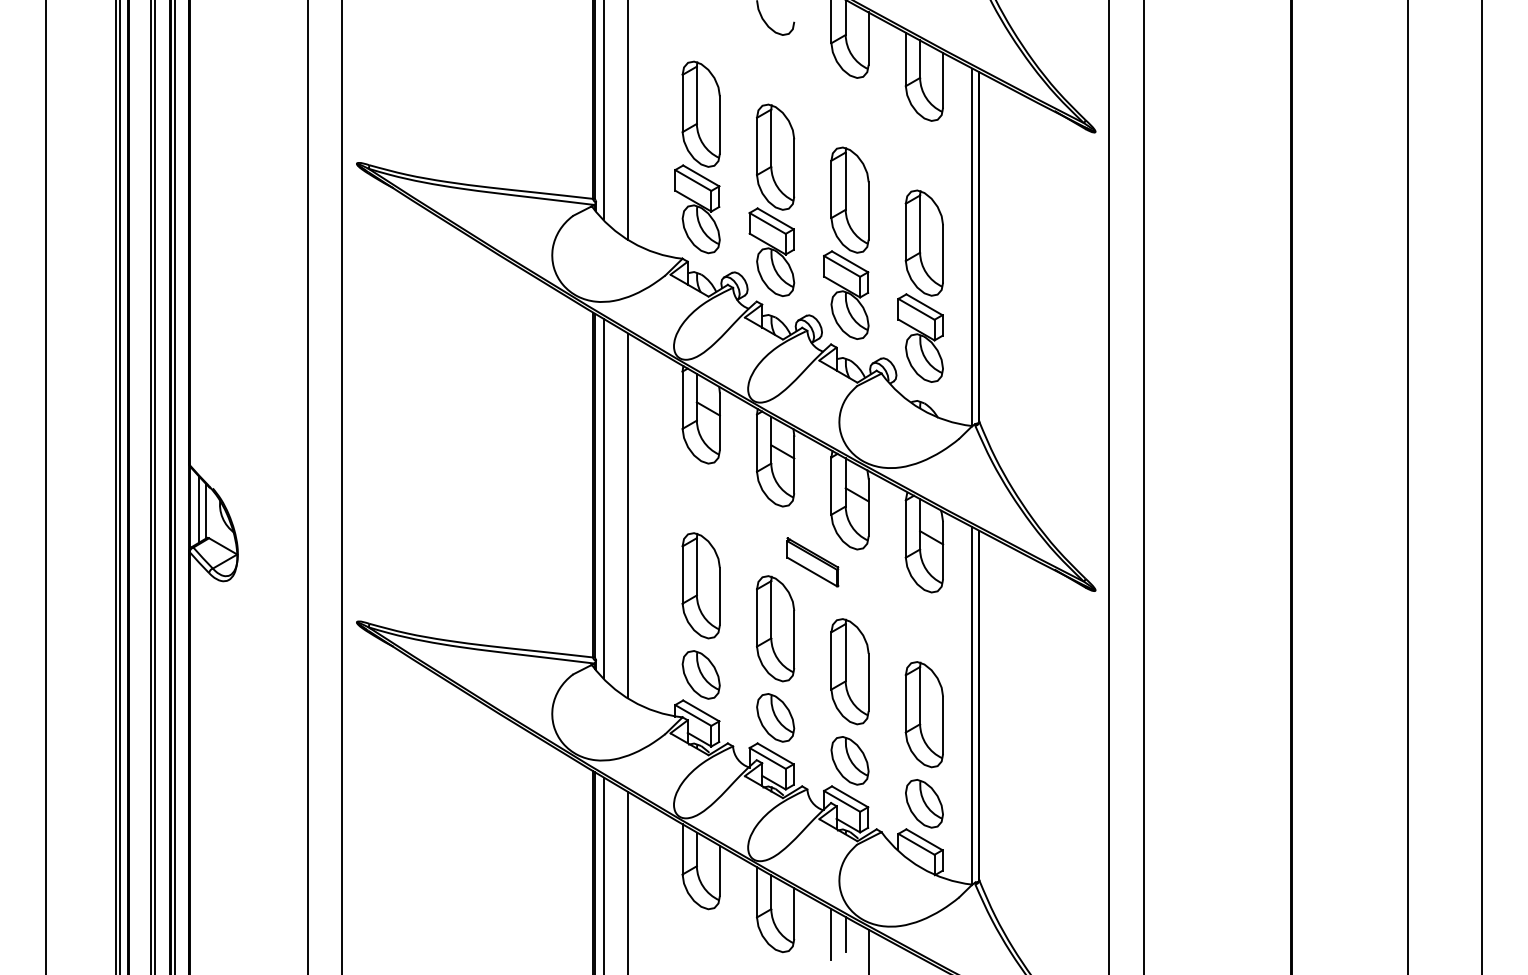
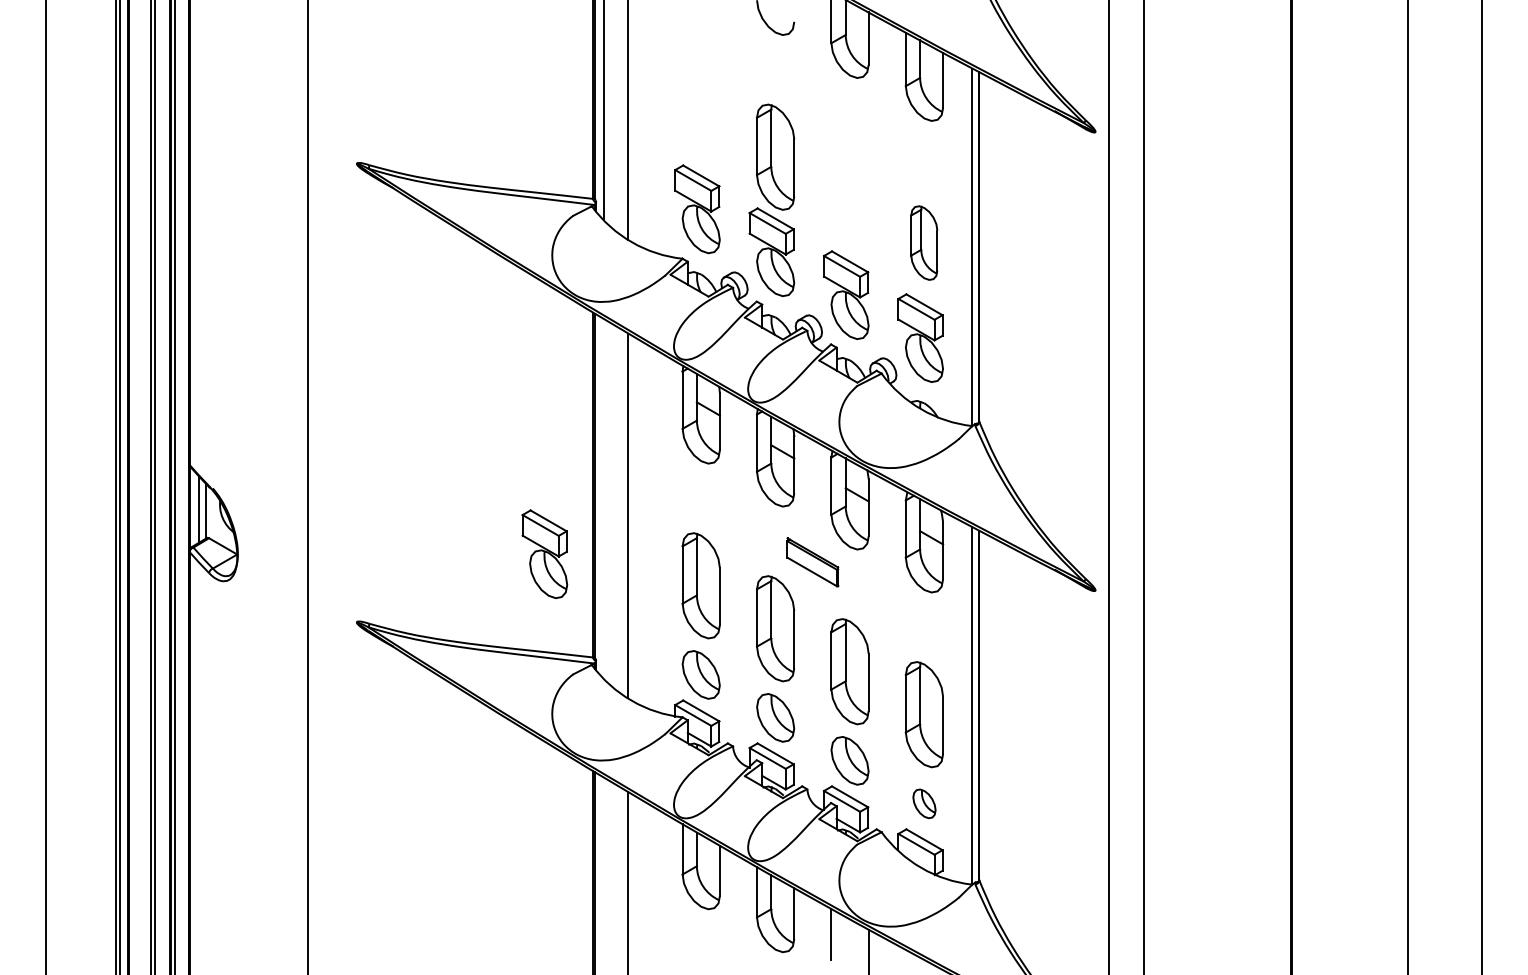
part at (700, 113): present -> none
part at (849, 199): present -> none
part at (923, 242) size: 40x108 px -> 29x76 px
line at (341, 486): present -> none
line at (603, 497): present -> none
part at (544, 553): none -> present
part at (924, 803) size: 39x50 px -> 25x32 px
line at (603, 874): present -> none
line at (845, 934): present -> none
